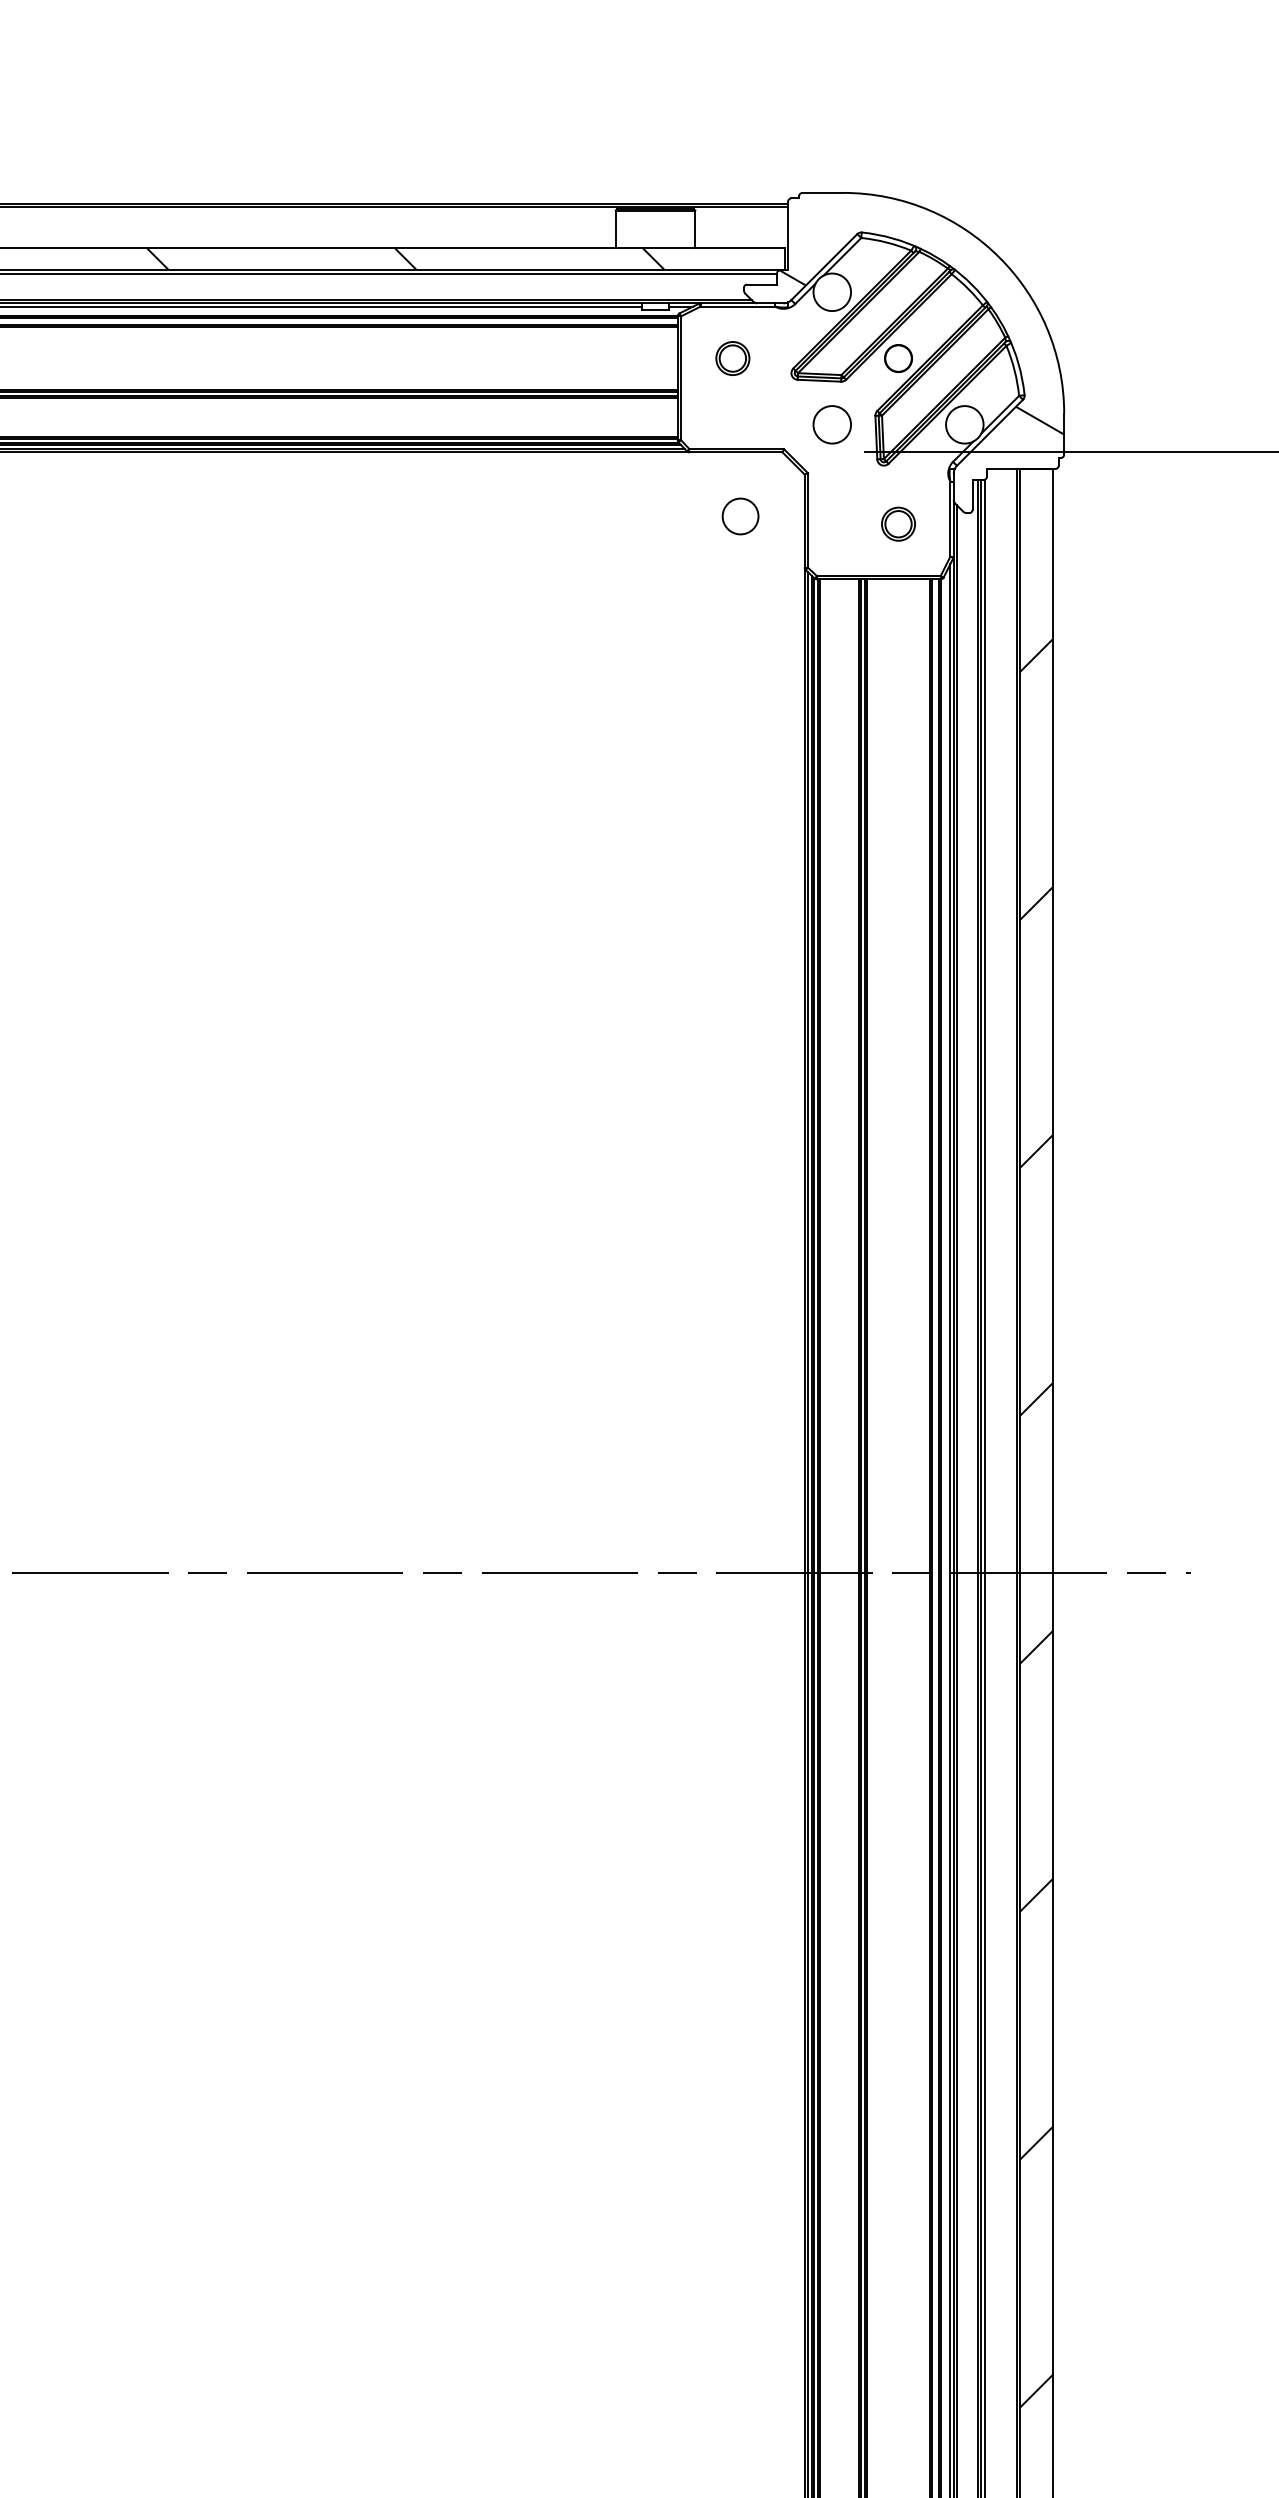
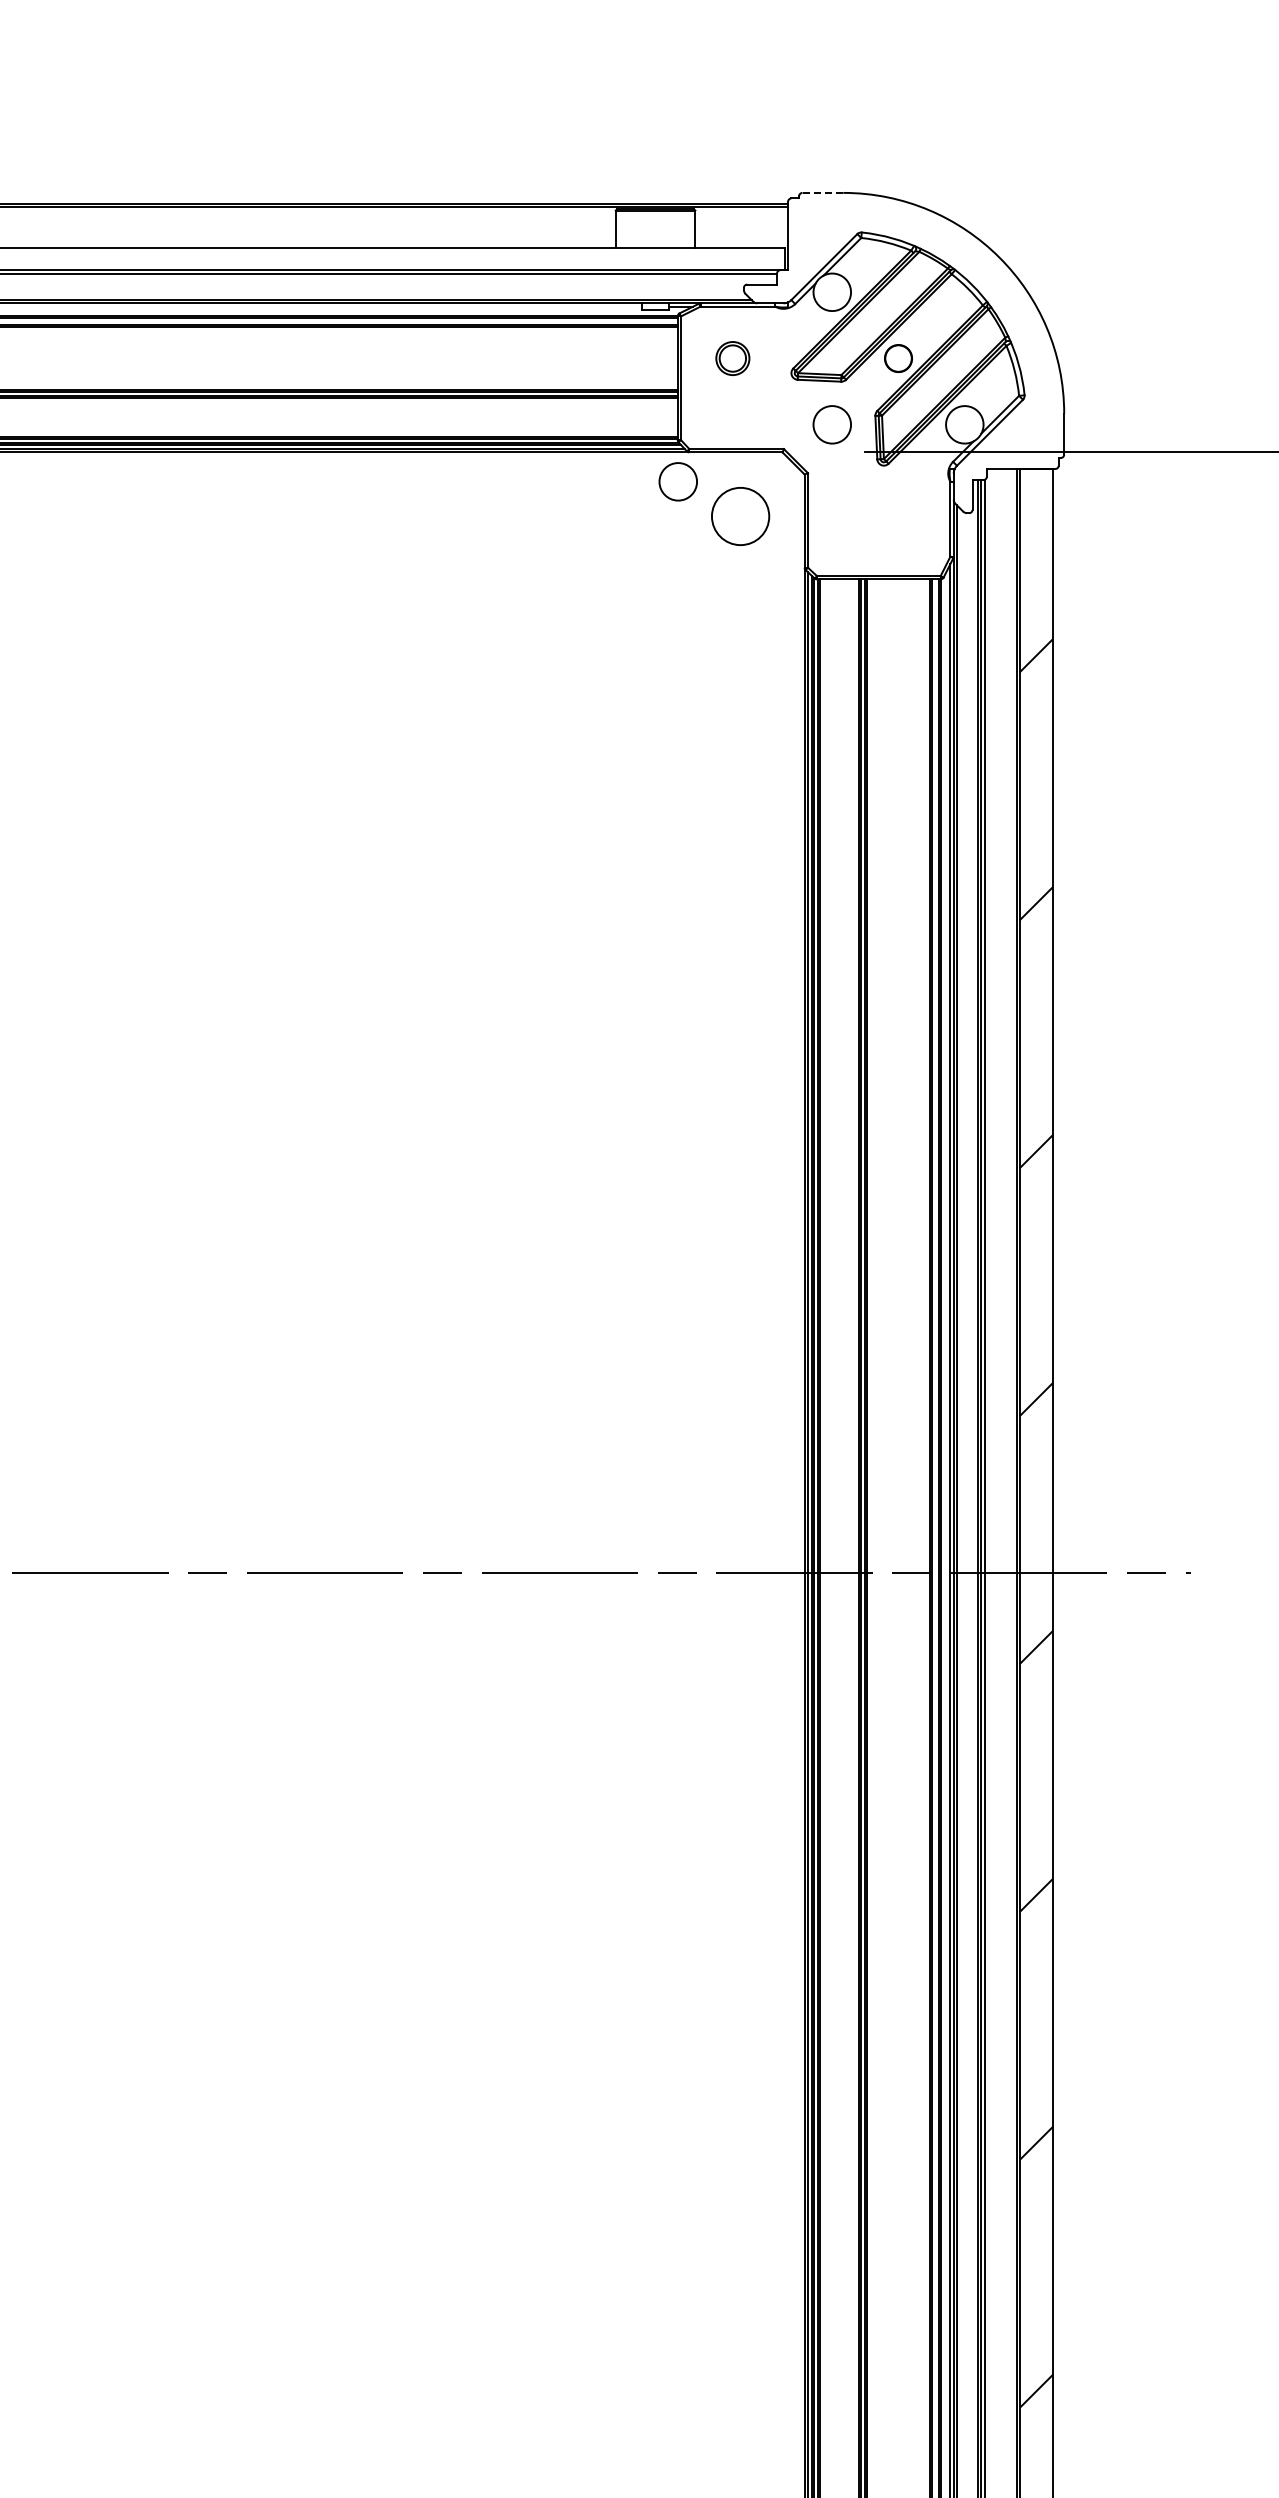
line at (822, 192): solid -> dashed
hatch at (405, 259): present -> none
line at (321, 306): present -> none
hatch at (921, 352): present -> none
circle at (677, 481): none -> present
circle at (740, 516) diameter: 36 px -> 57 px
part at (898, 523): present -> none
